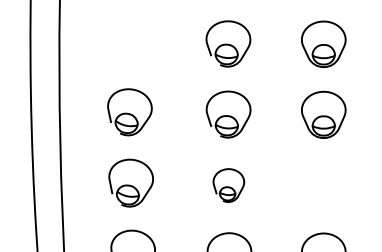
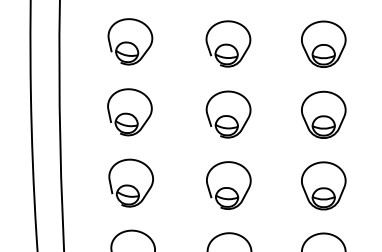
part at (130, 41): none -> present
part at (228, 185) size: 34x35 px -> 46x49 px
part at (323, 185): none -> present
